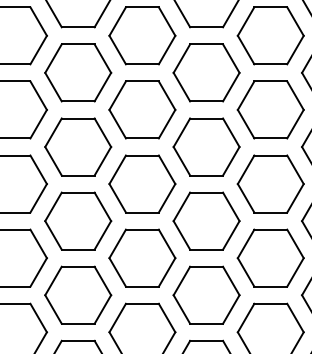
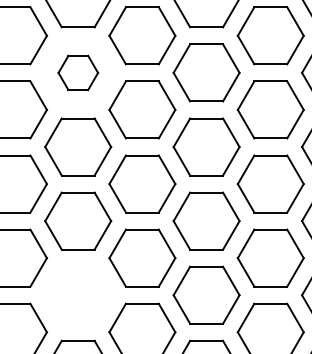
part at (78, 72) size: 69x60 px -> 43x38 px
part at (78, 294): present -> none
